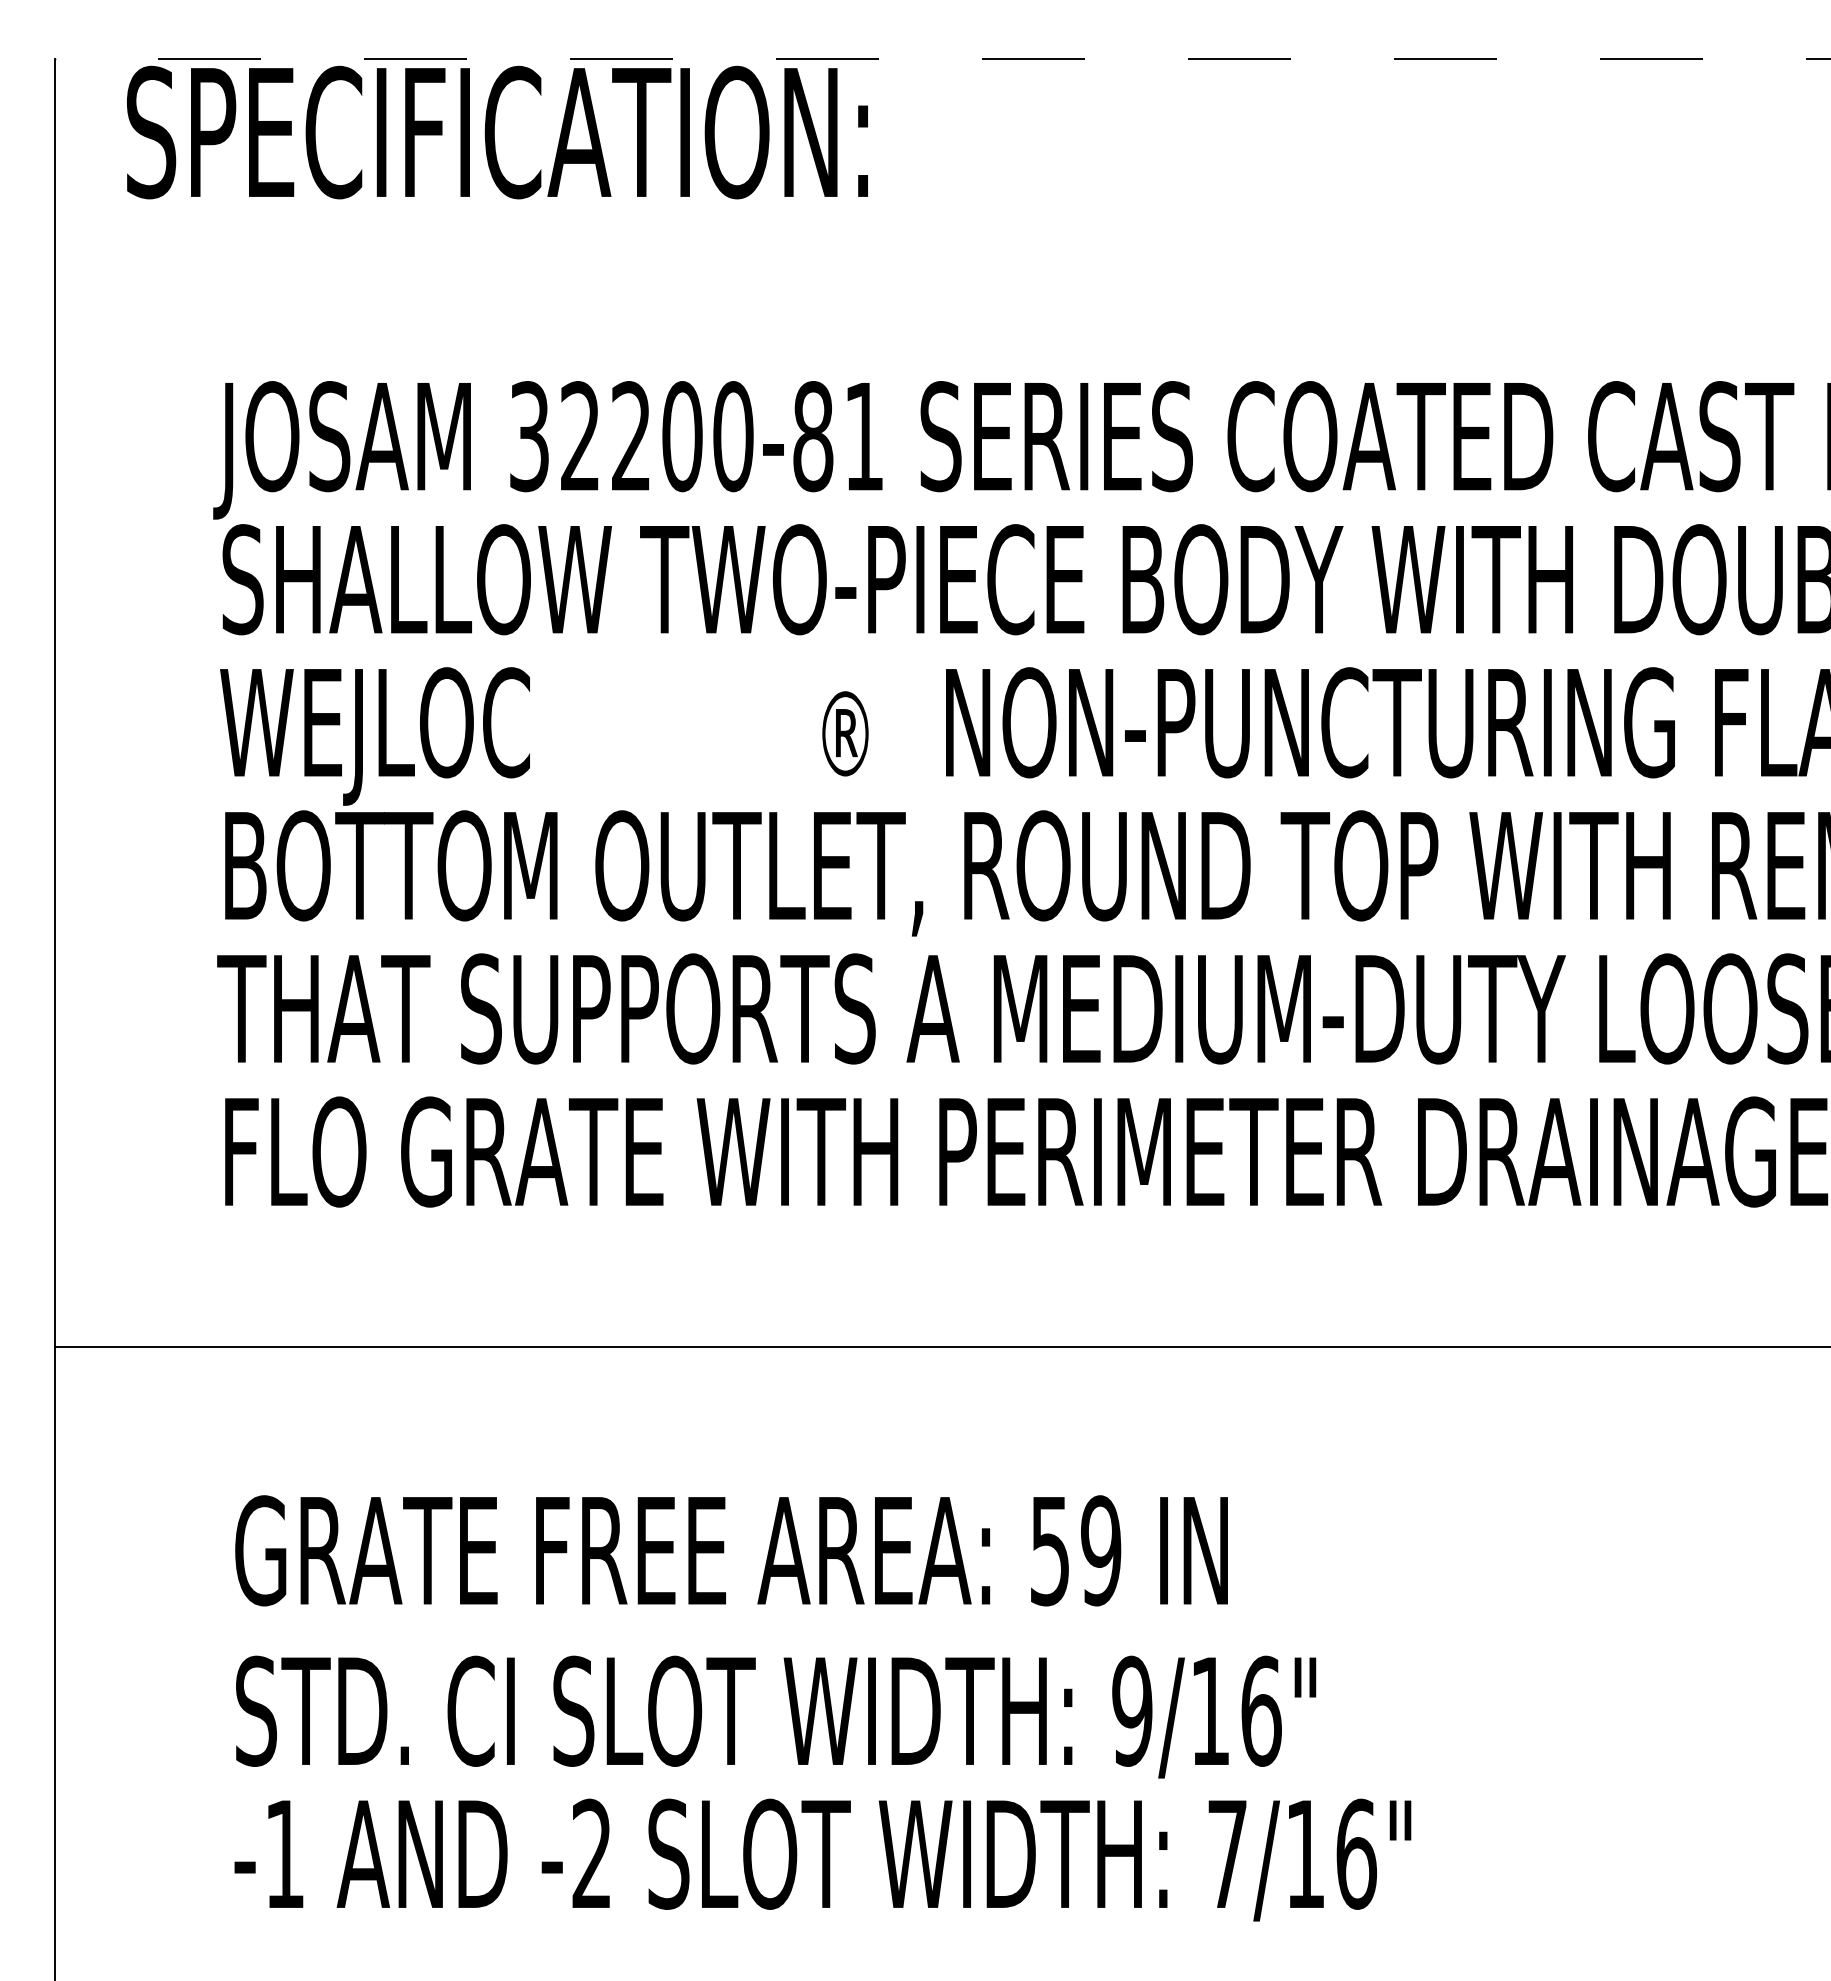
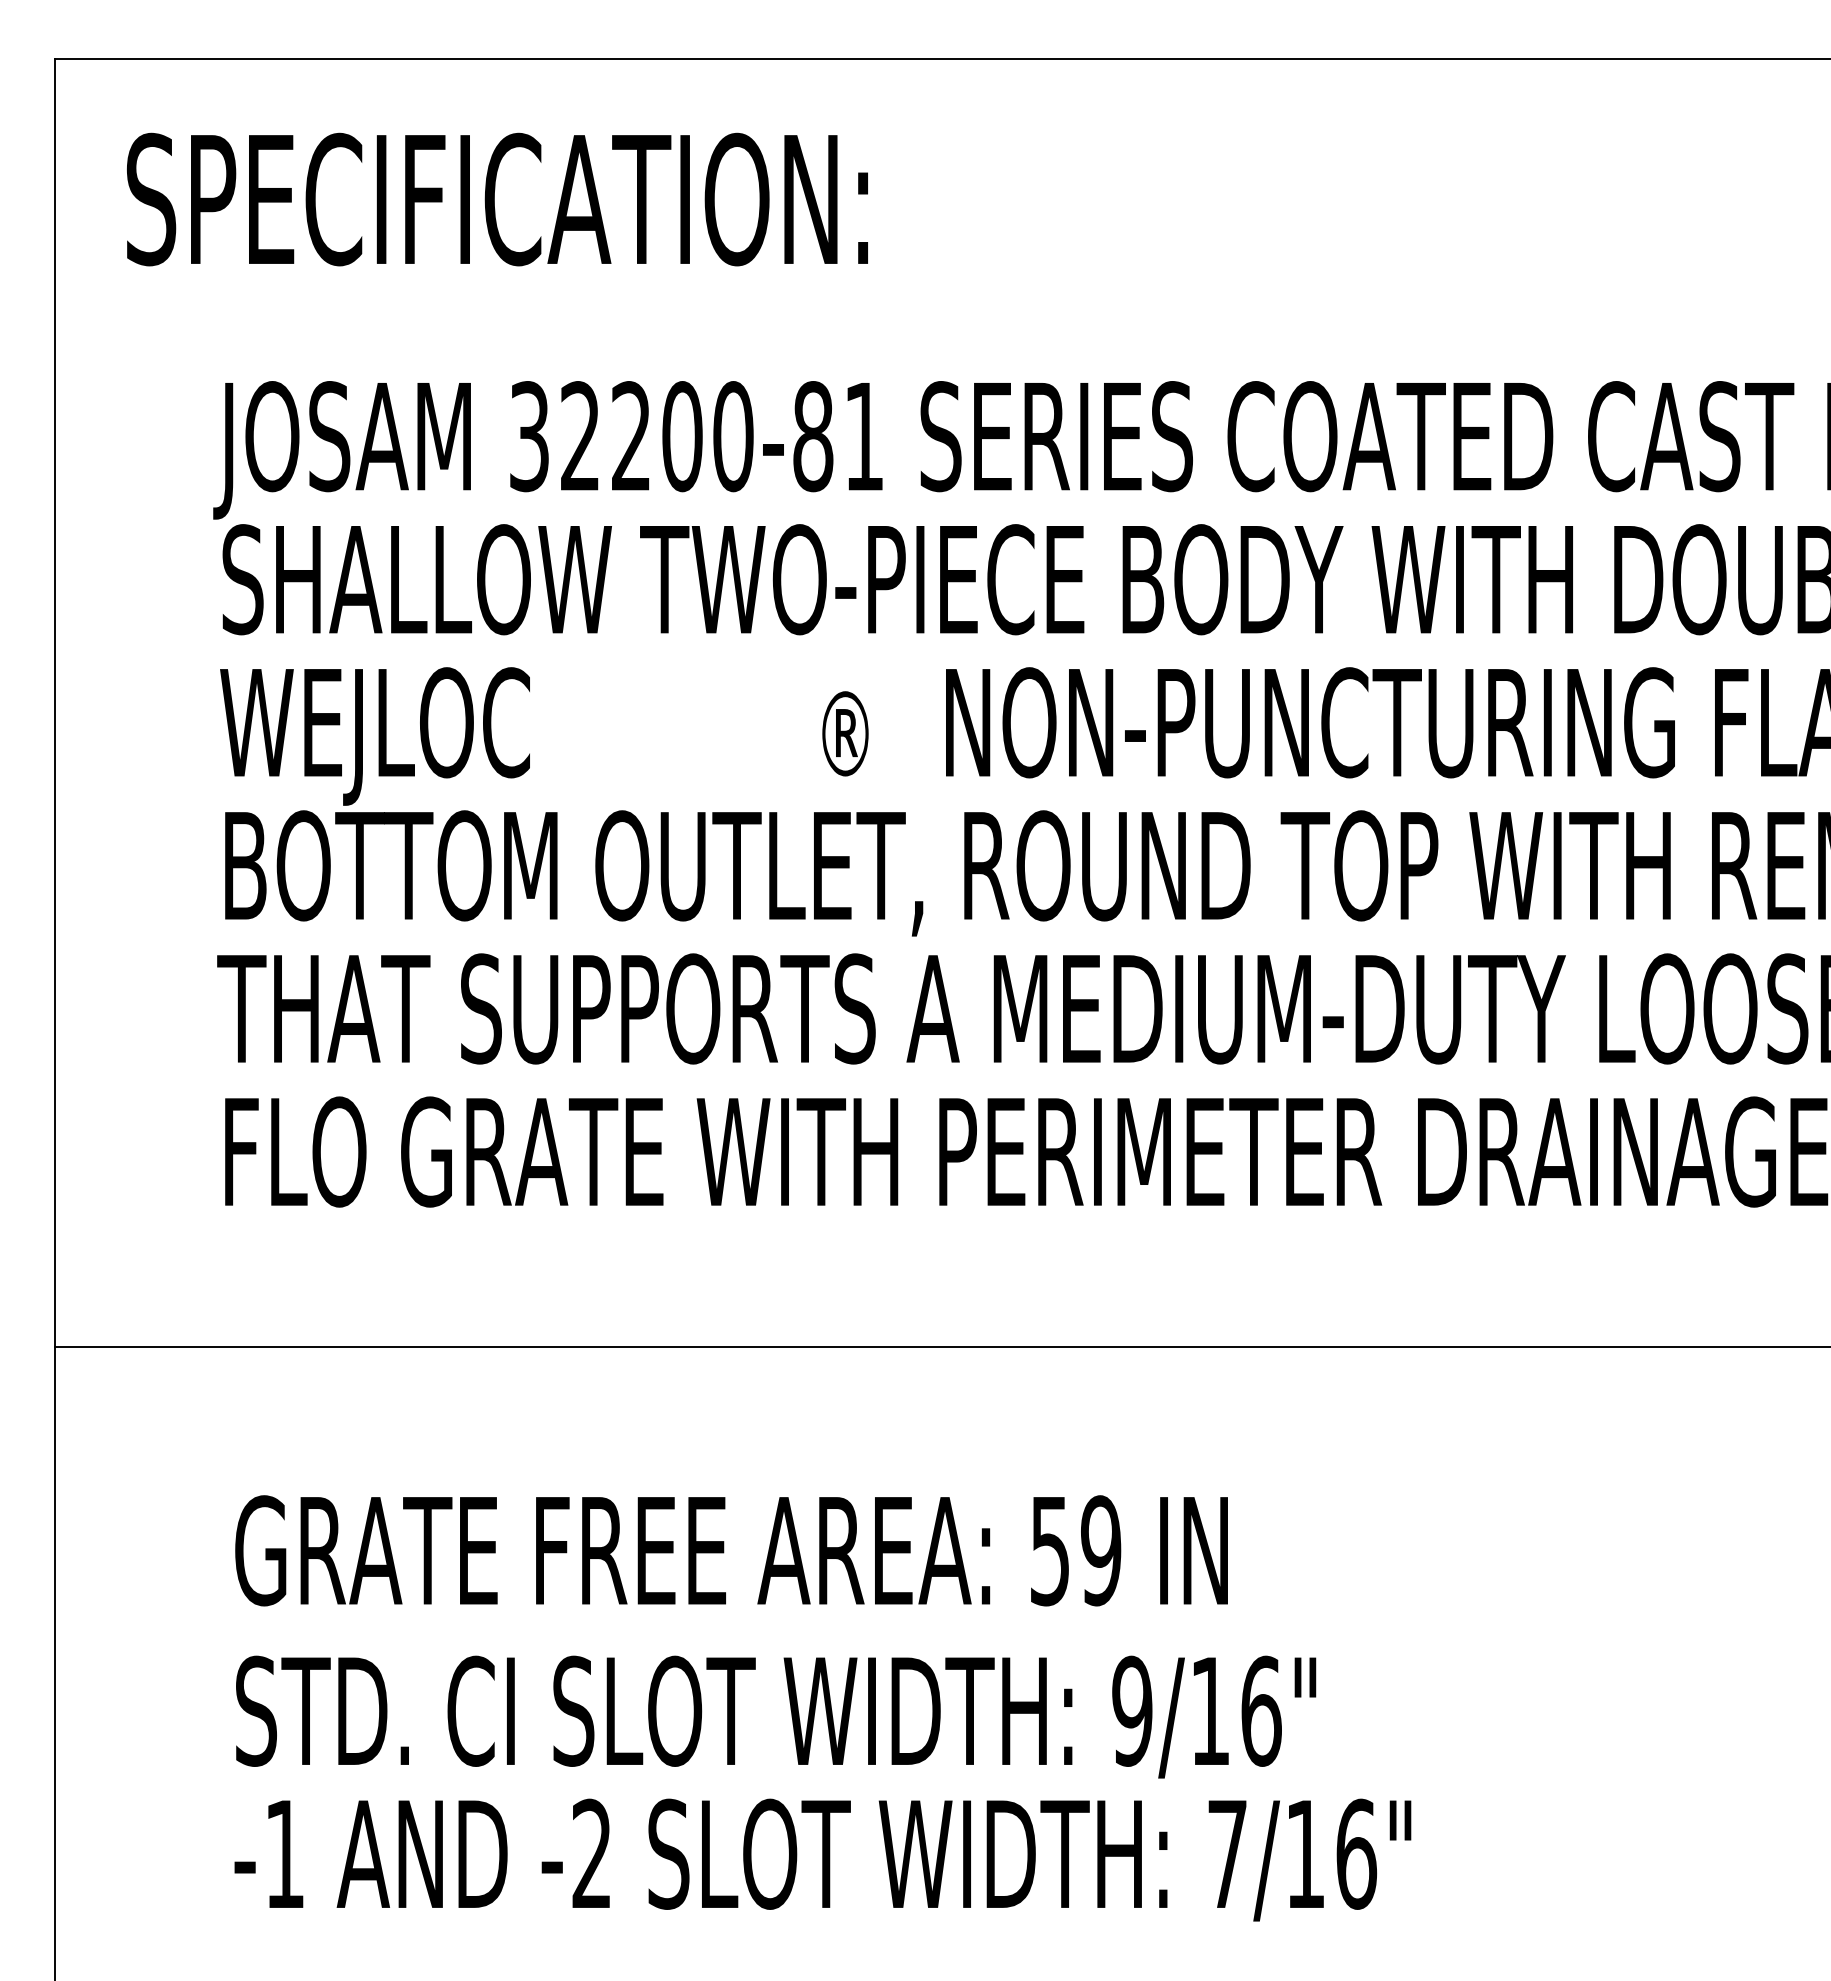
line at (942, 59): dashed -> solid
text at (497, 132) position: (497, 132) -> (497, 199)
